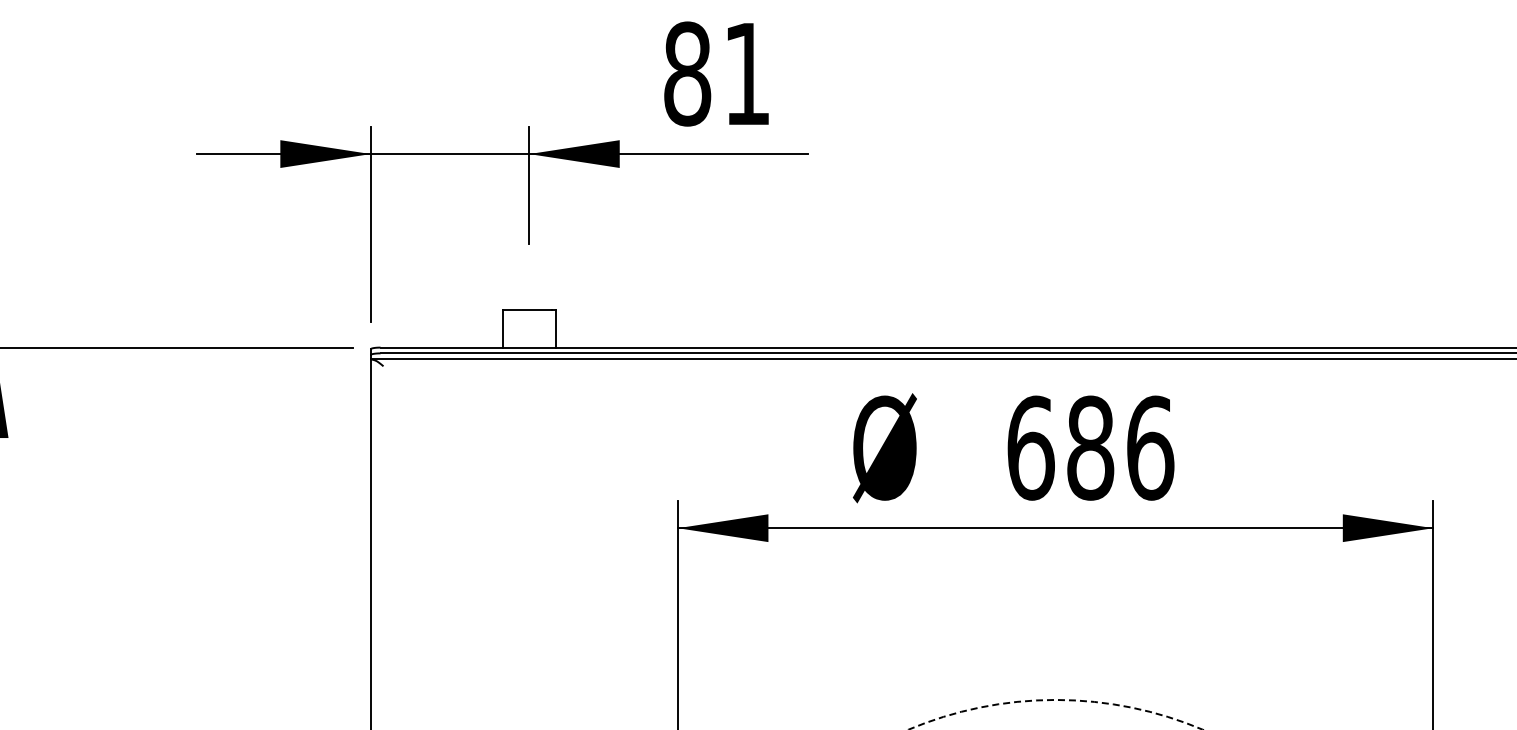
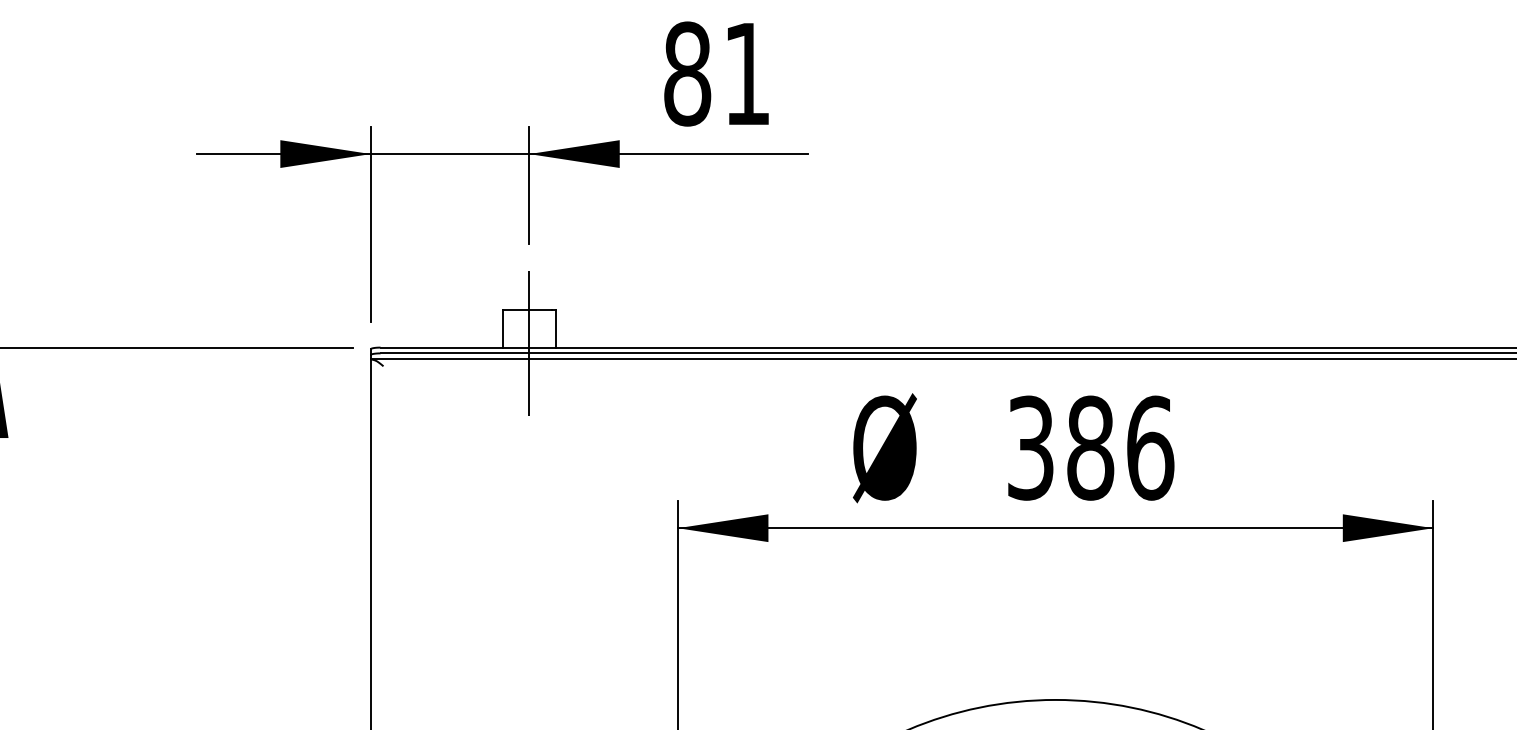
line at (529, 343): none -> present
text at (1030, 447): 686 -> 386
circle at (1055, 714): dashed -> solid
